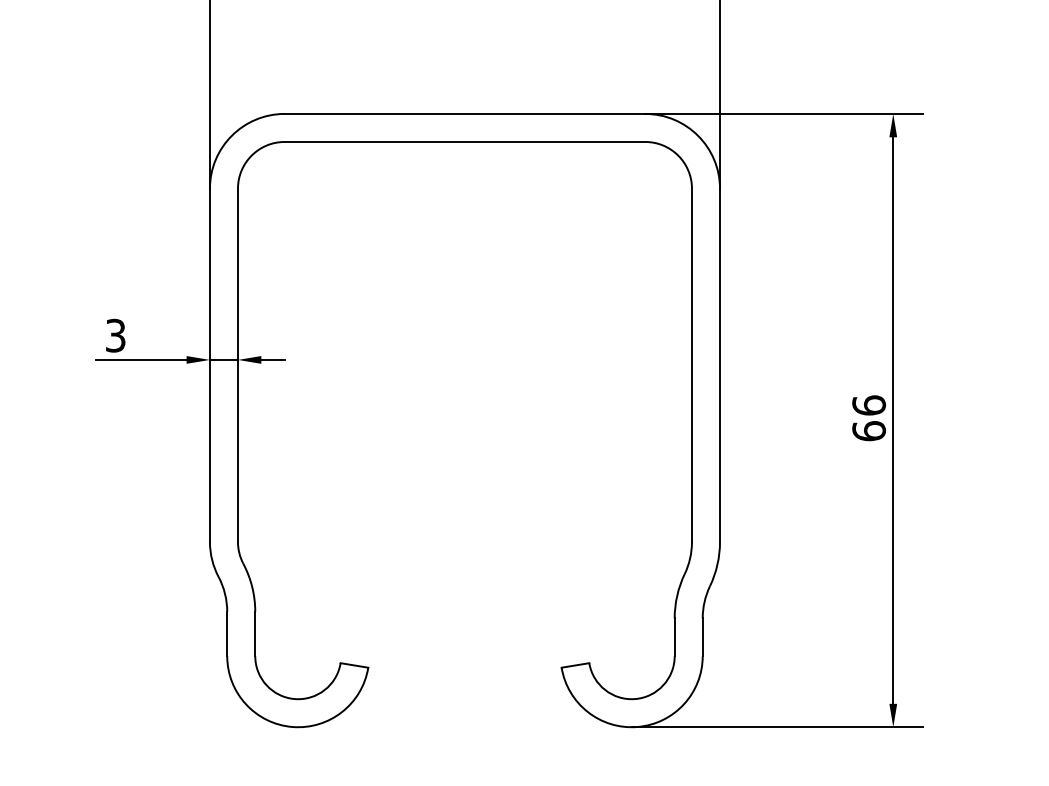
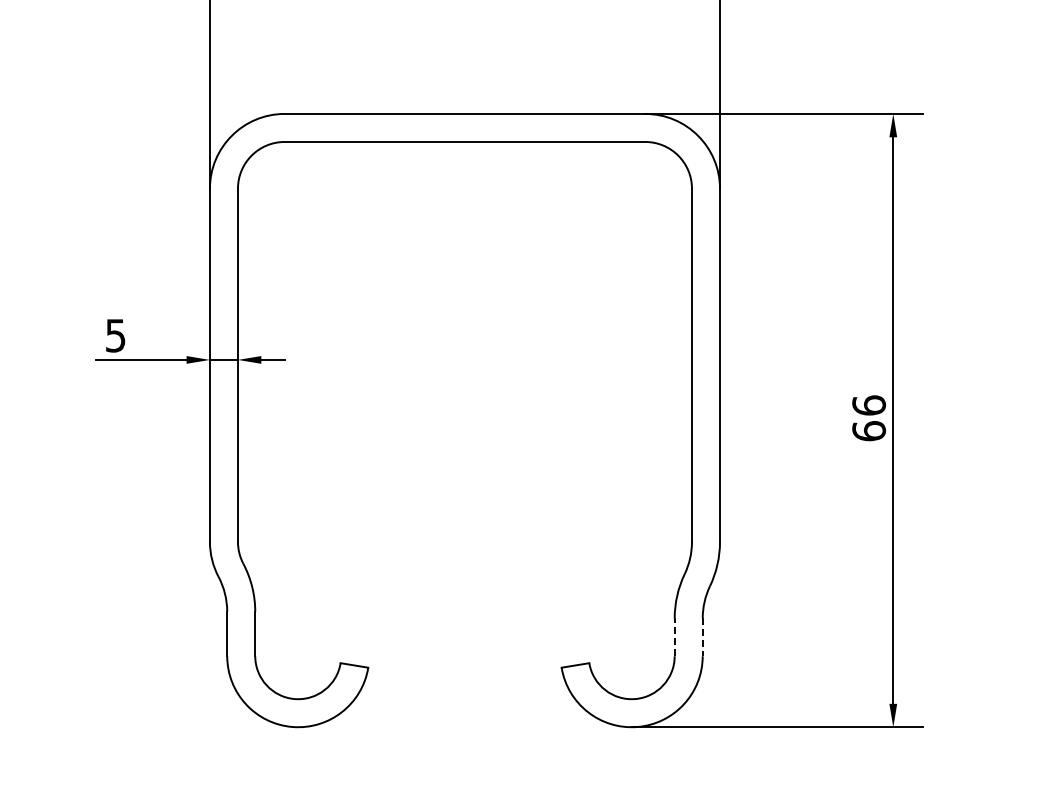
text at (115, 335): 3 -> 5
line at (674, 637): solid -> dashed
line at (702, 637): solid -> dashed
